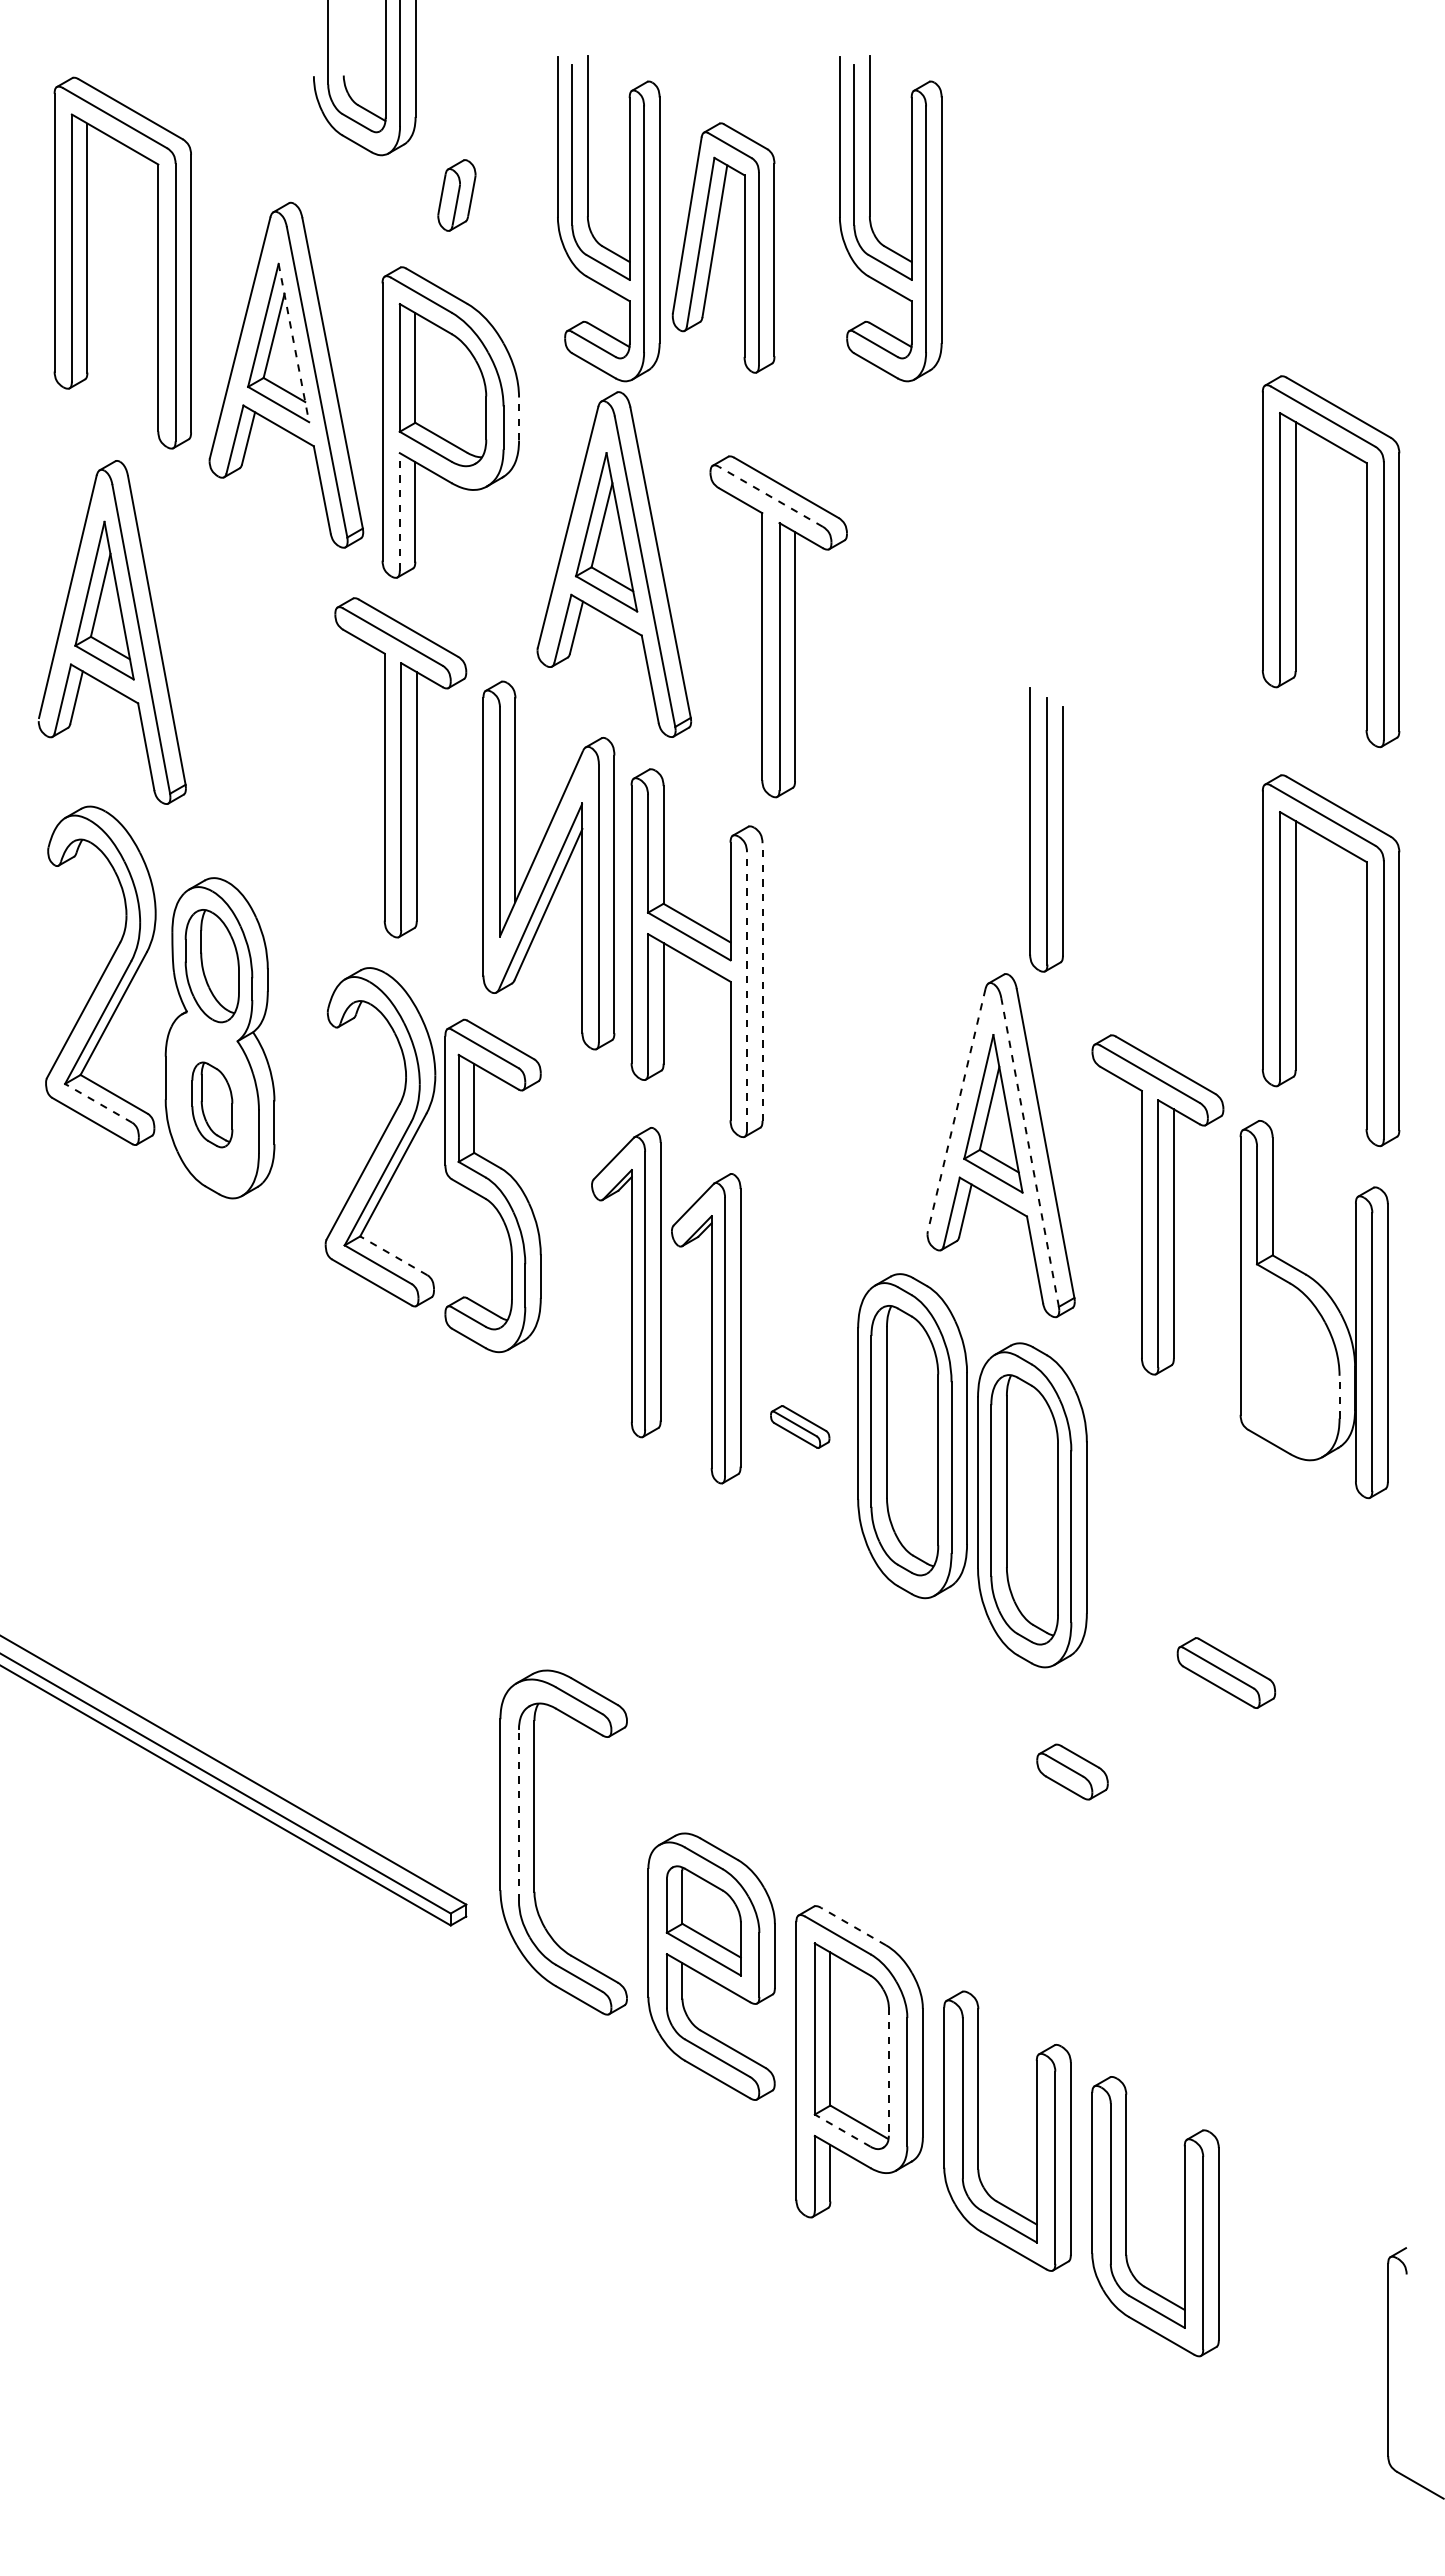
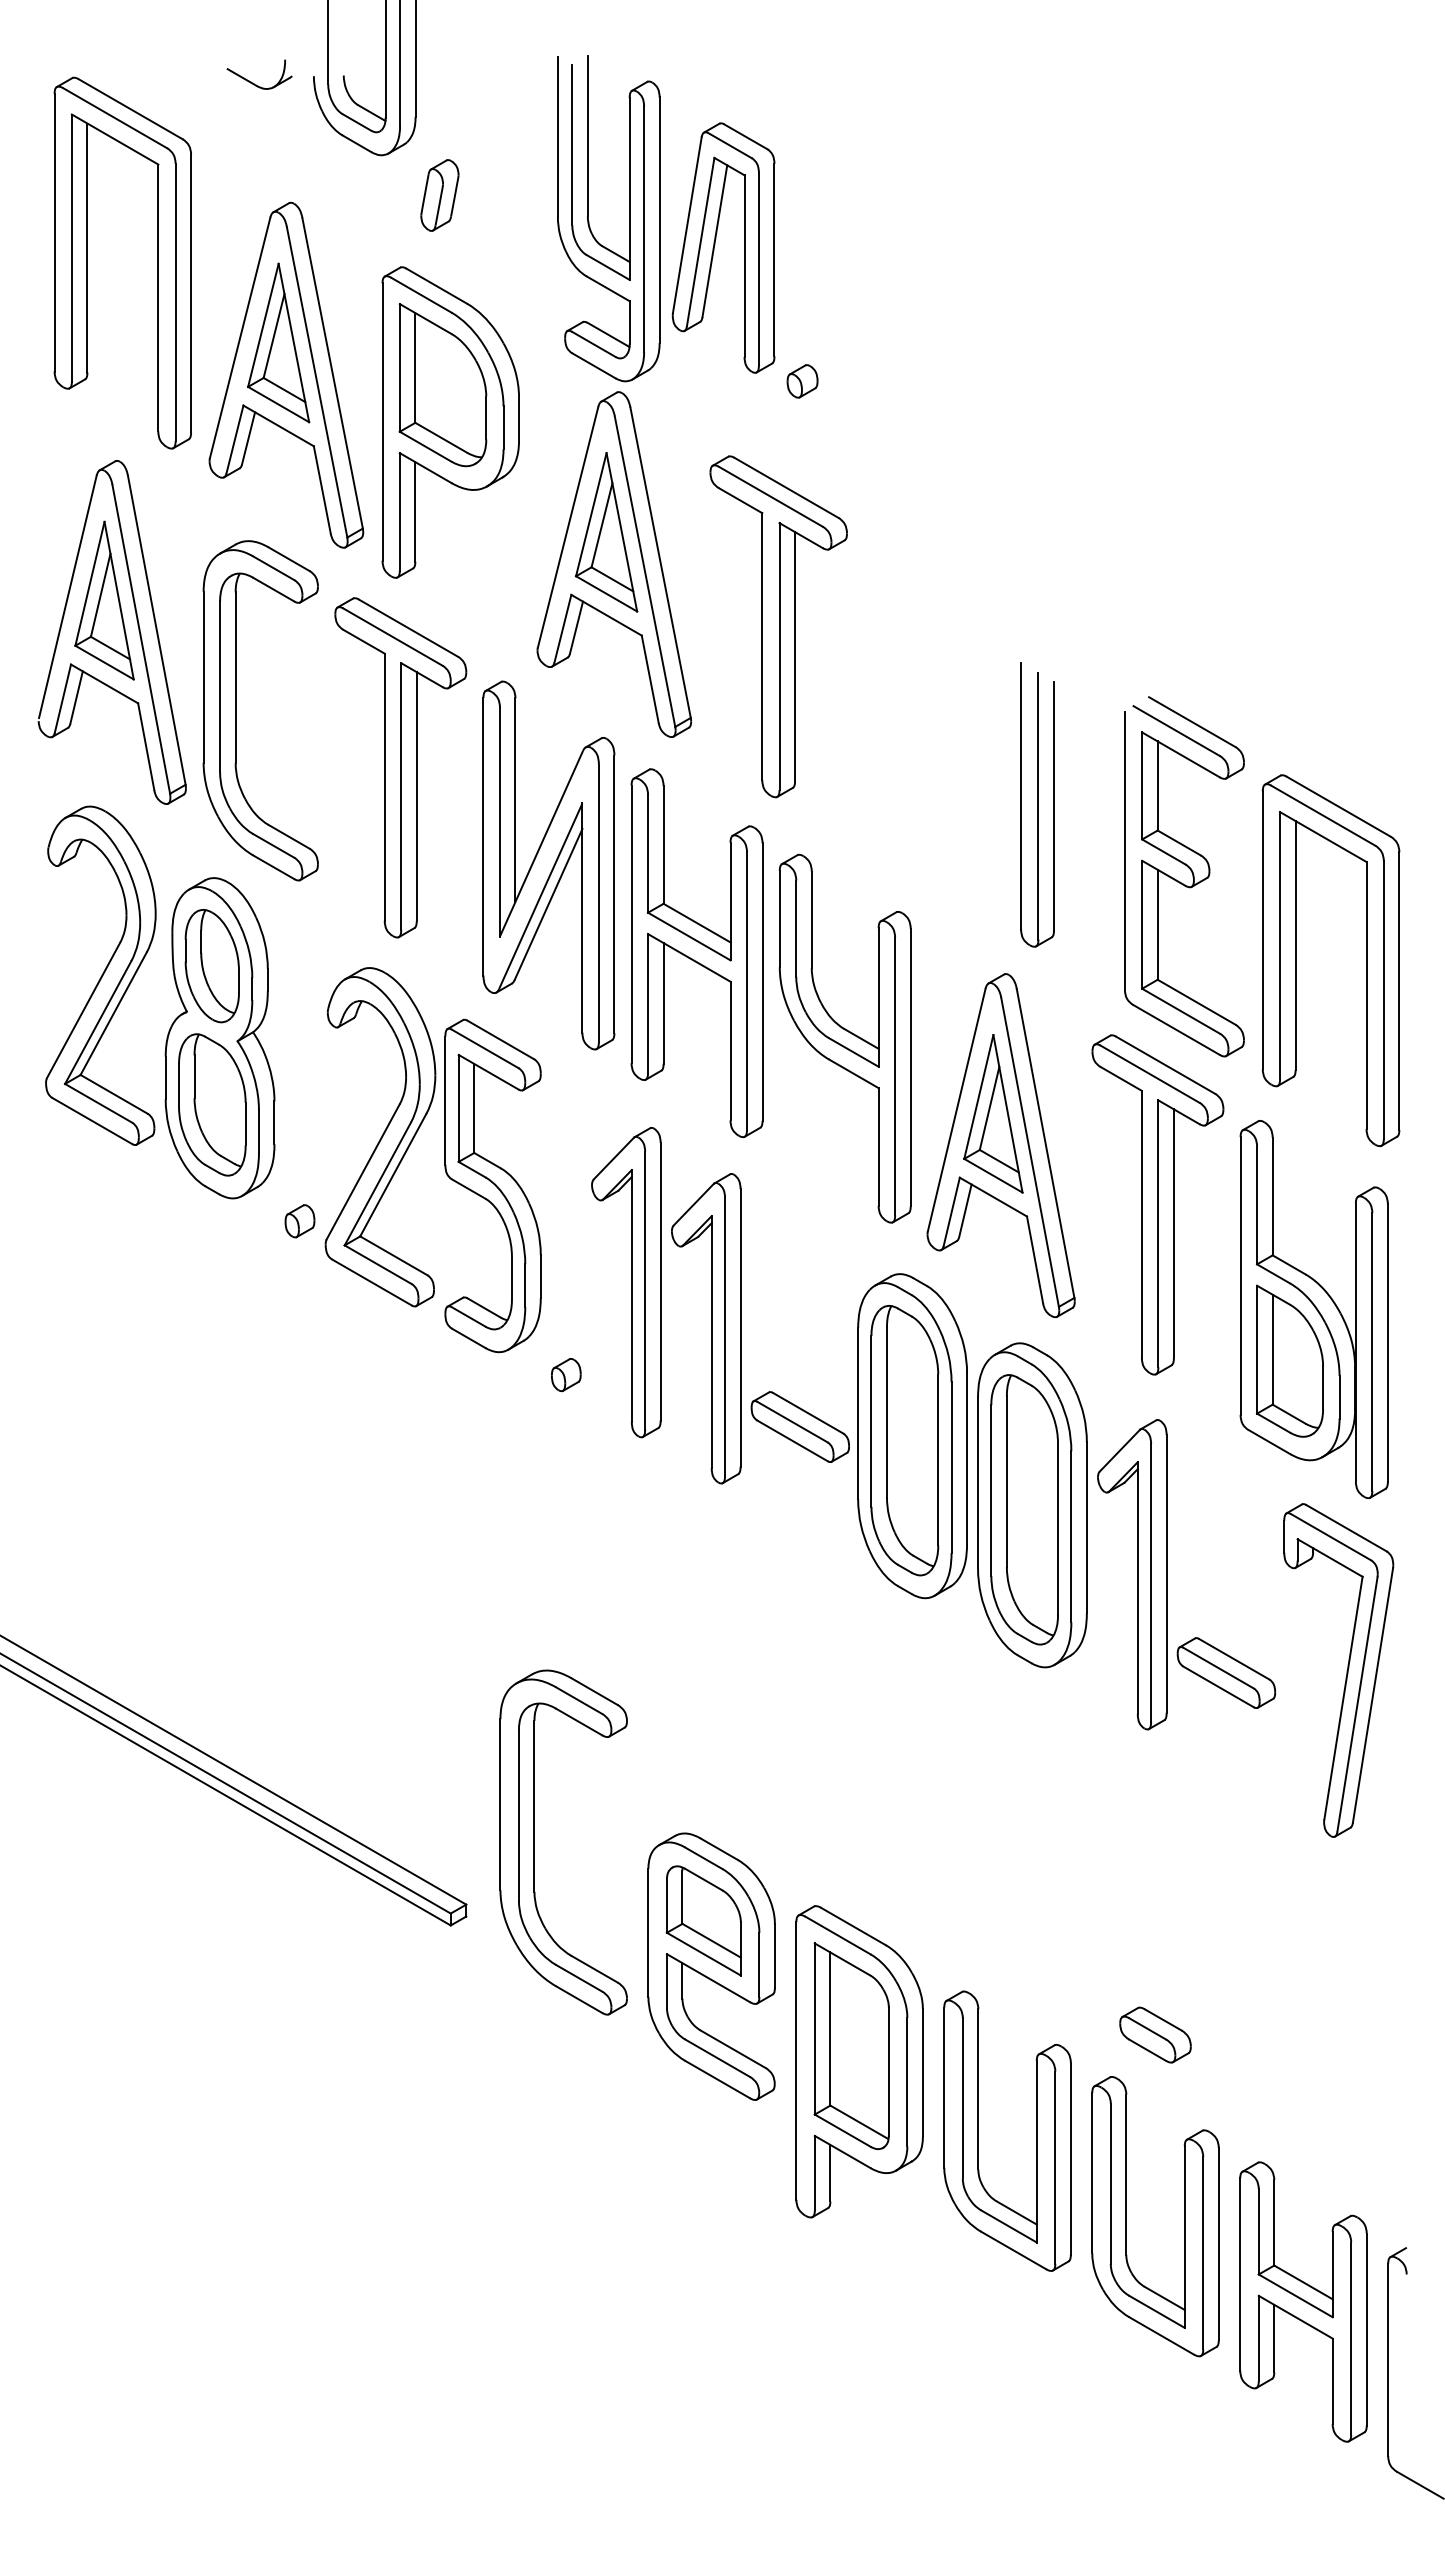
part at (254, 83): none -> present
part at (456, 195) position: (456, 195) -> (439, 195)
part at (871, 221): present -> none
line at (293, 343): dashed -> solid
part at (802, 381): none -> present
line at (519, 418): dashed -> solid
line at (770, 496): dashed -> solid
line at (399, 511): dashed -> solid
part at (1296, 561): present -> none
part at (236, 710): none -> present
part at (1046, 829) position: (1046, 829) -> (1037, 804)
part at (1180, 881): none -> present
line at (762, 982): dashed -> solid
line at (747, 991): dashed -> solid
part at (844, 1038): none -> present
line at (98, 1103): dashed -> solid
part at (212, 1104) size: 43x88 px -> 69x144 px
line at (956, 1110): dashed -> solid
line at (1030, 1152): dashed -> solid
part at (299, 1221): none -> present
line at (393, 1255): dashed -> solid
part at (1289, 1360): none -> present
part at (566, 1375): none -> present
line at (1339, 1396): dashed -> solid
part at (800, 1426) size: 61x44 px -> 100x72 px
part at (1132, 1574): none -> present
part at (1346, 1671): none -> present
part at (1072, 1771) position: (1072, 1771) -> (1155, 2034)
line at (518, 1814): dashed -> solid
line at (853, 1926): dashed -> solid
line at (888, 2072): dashed -> solid
line at (842, 2130): dashed -> solid
part at (1303, 2301): none -> present
